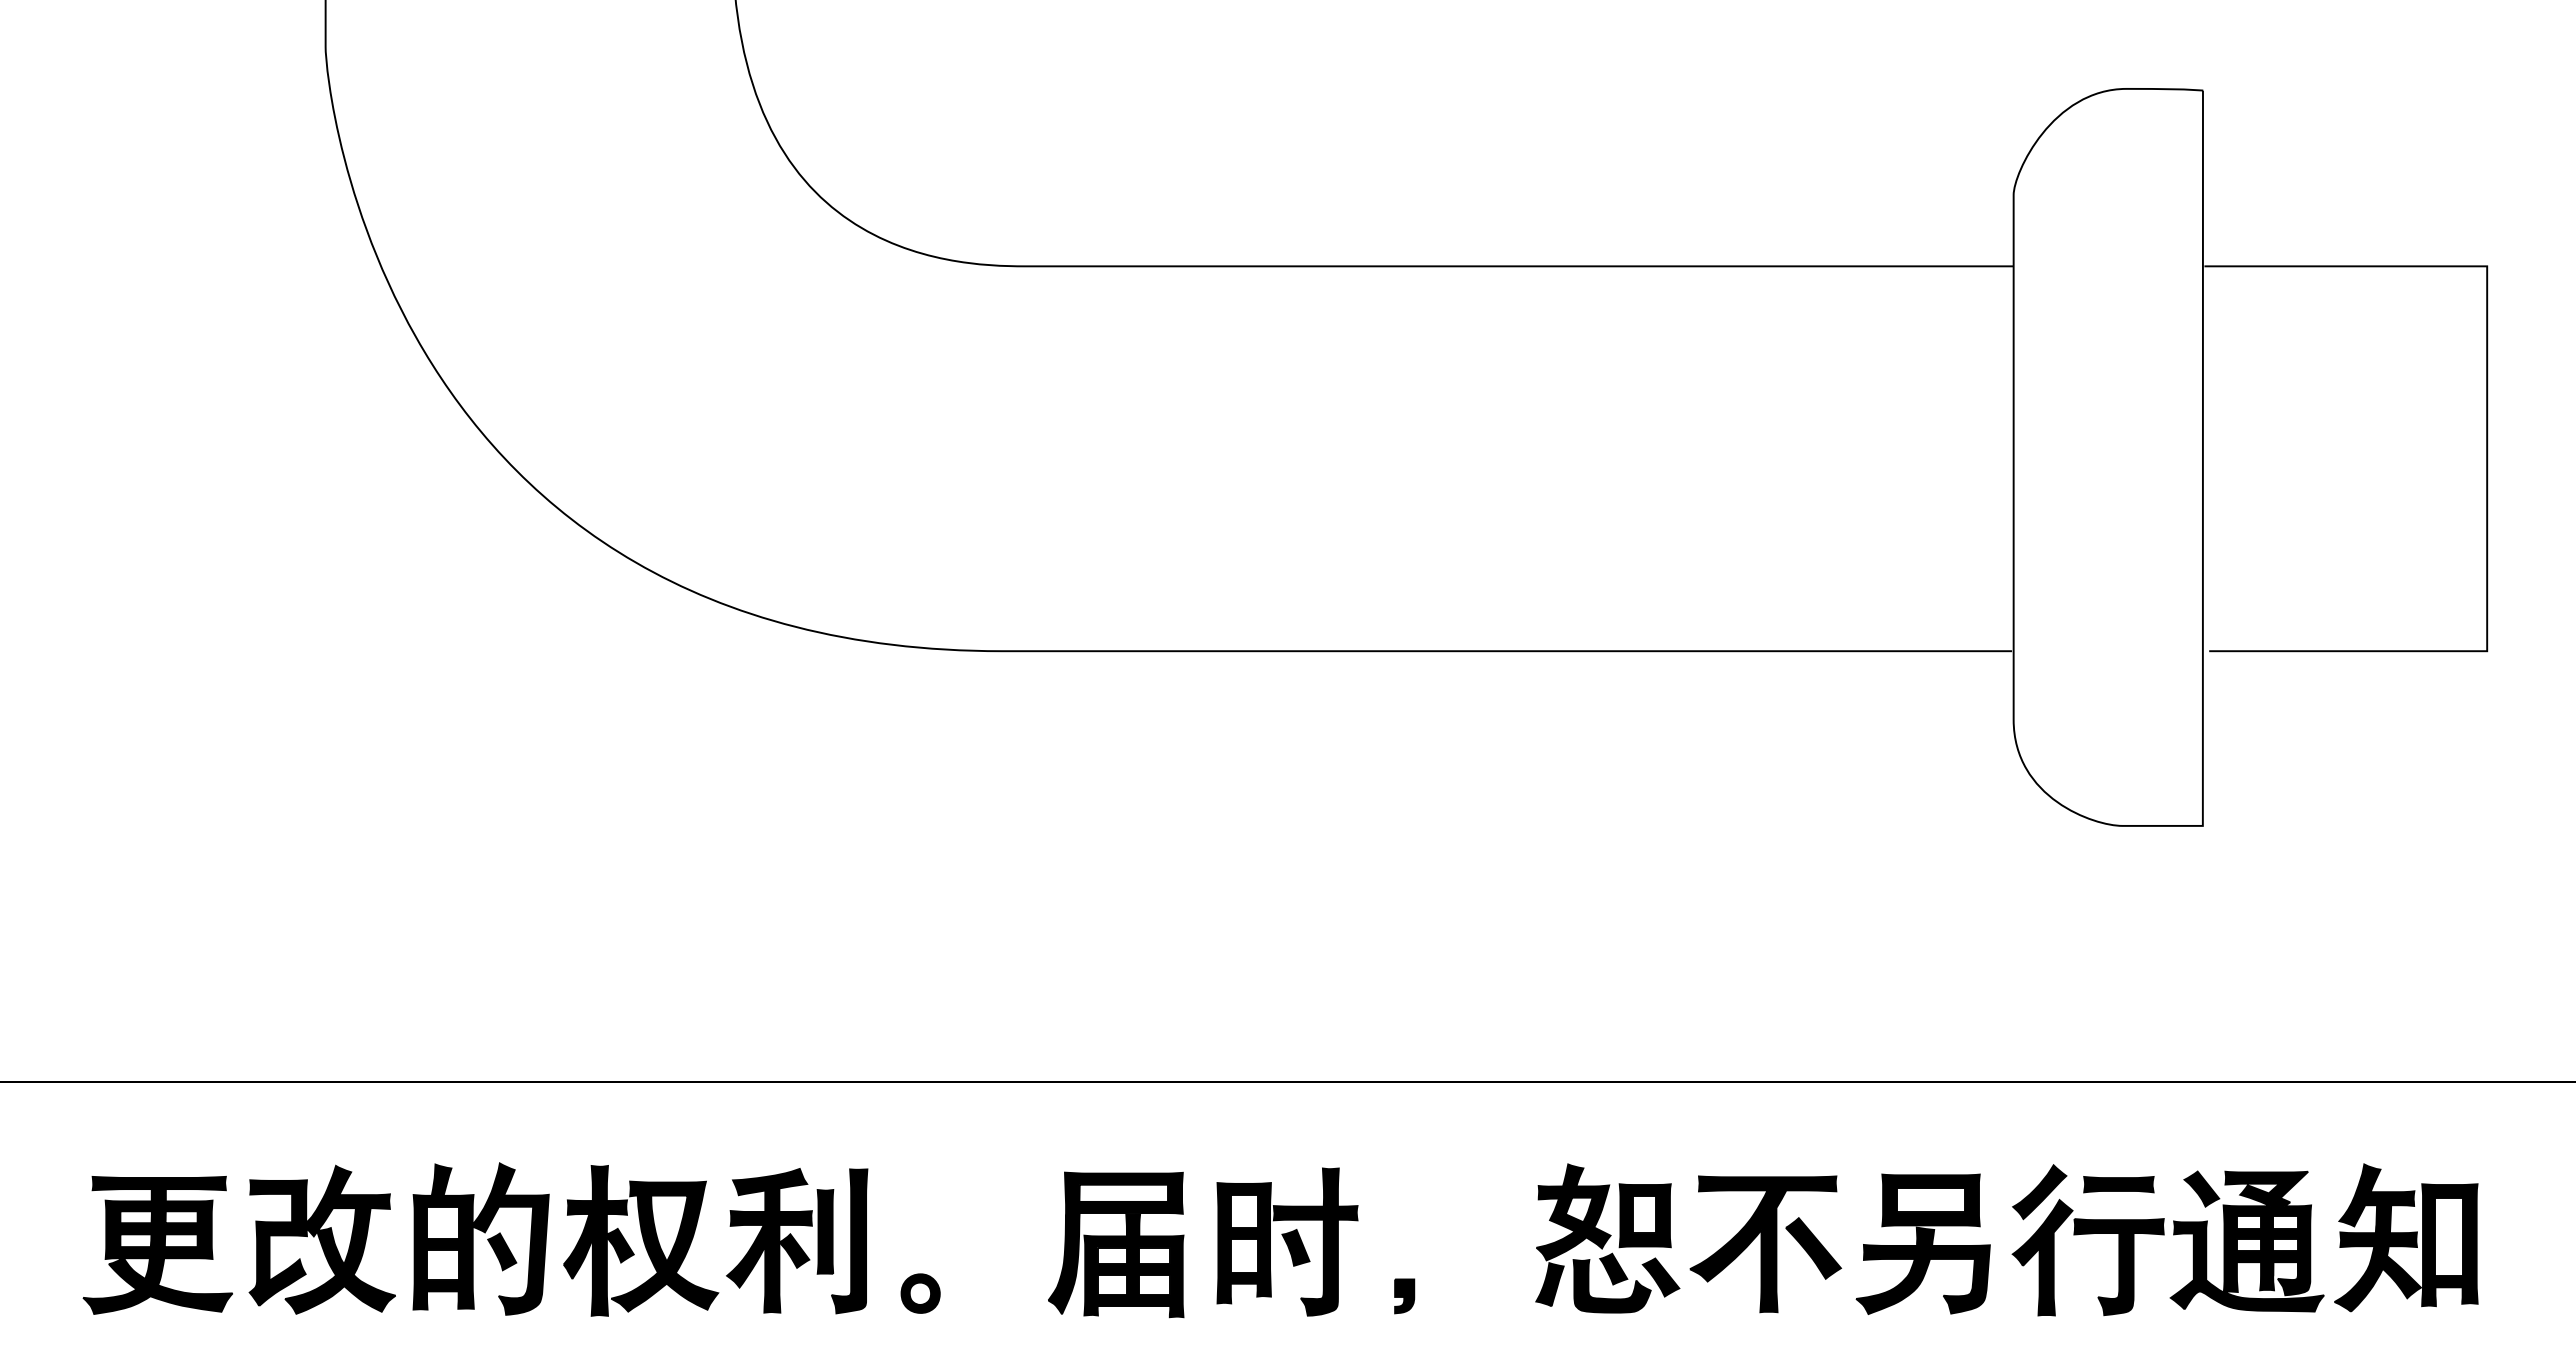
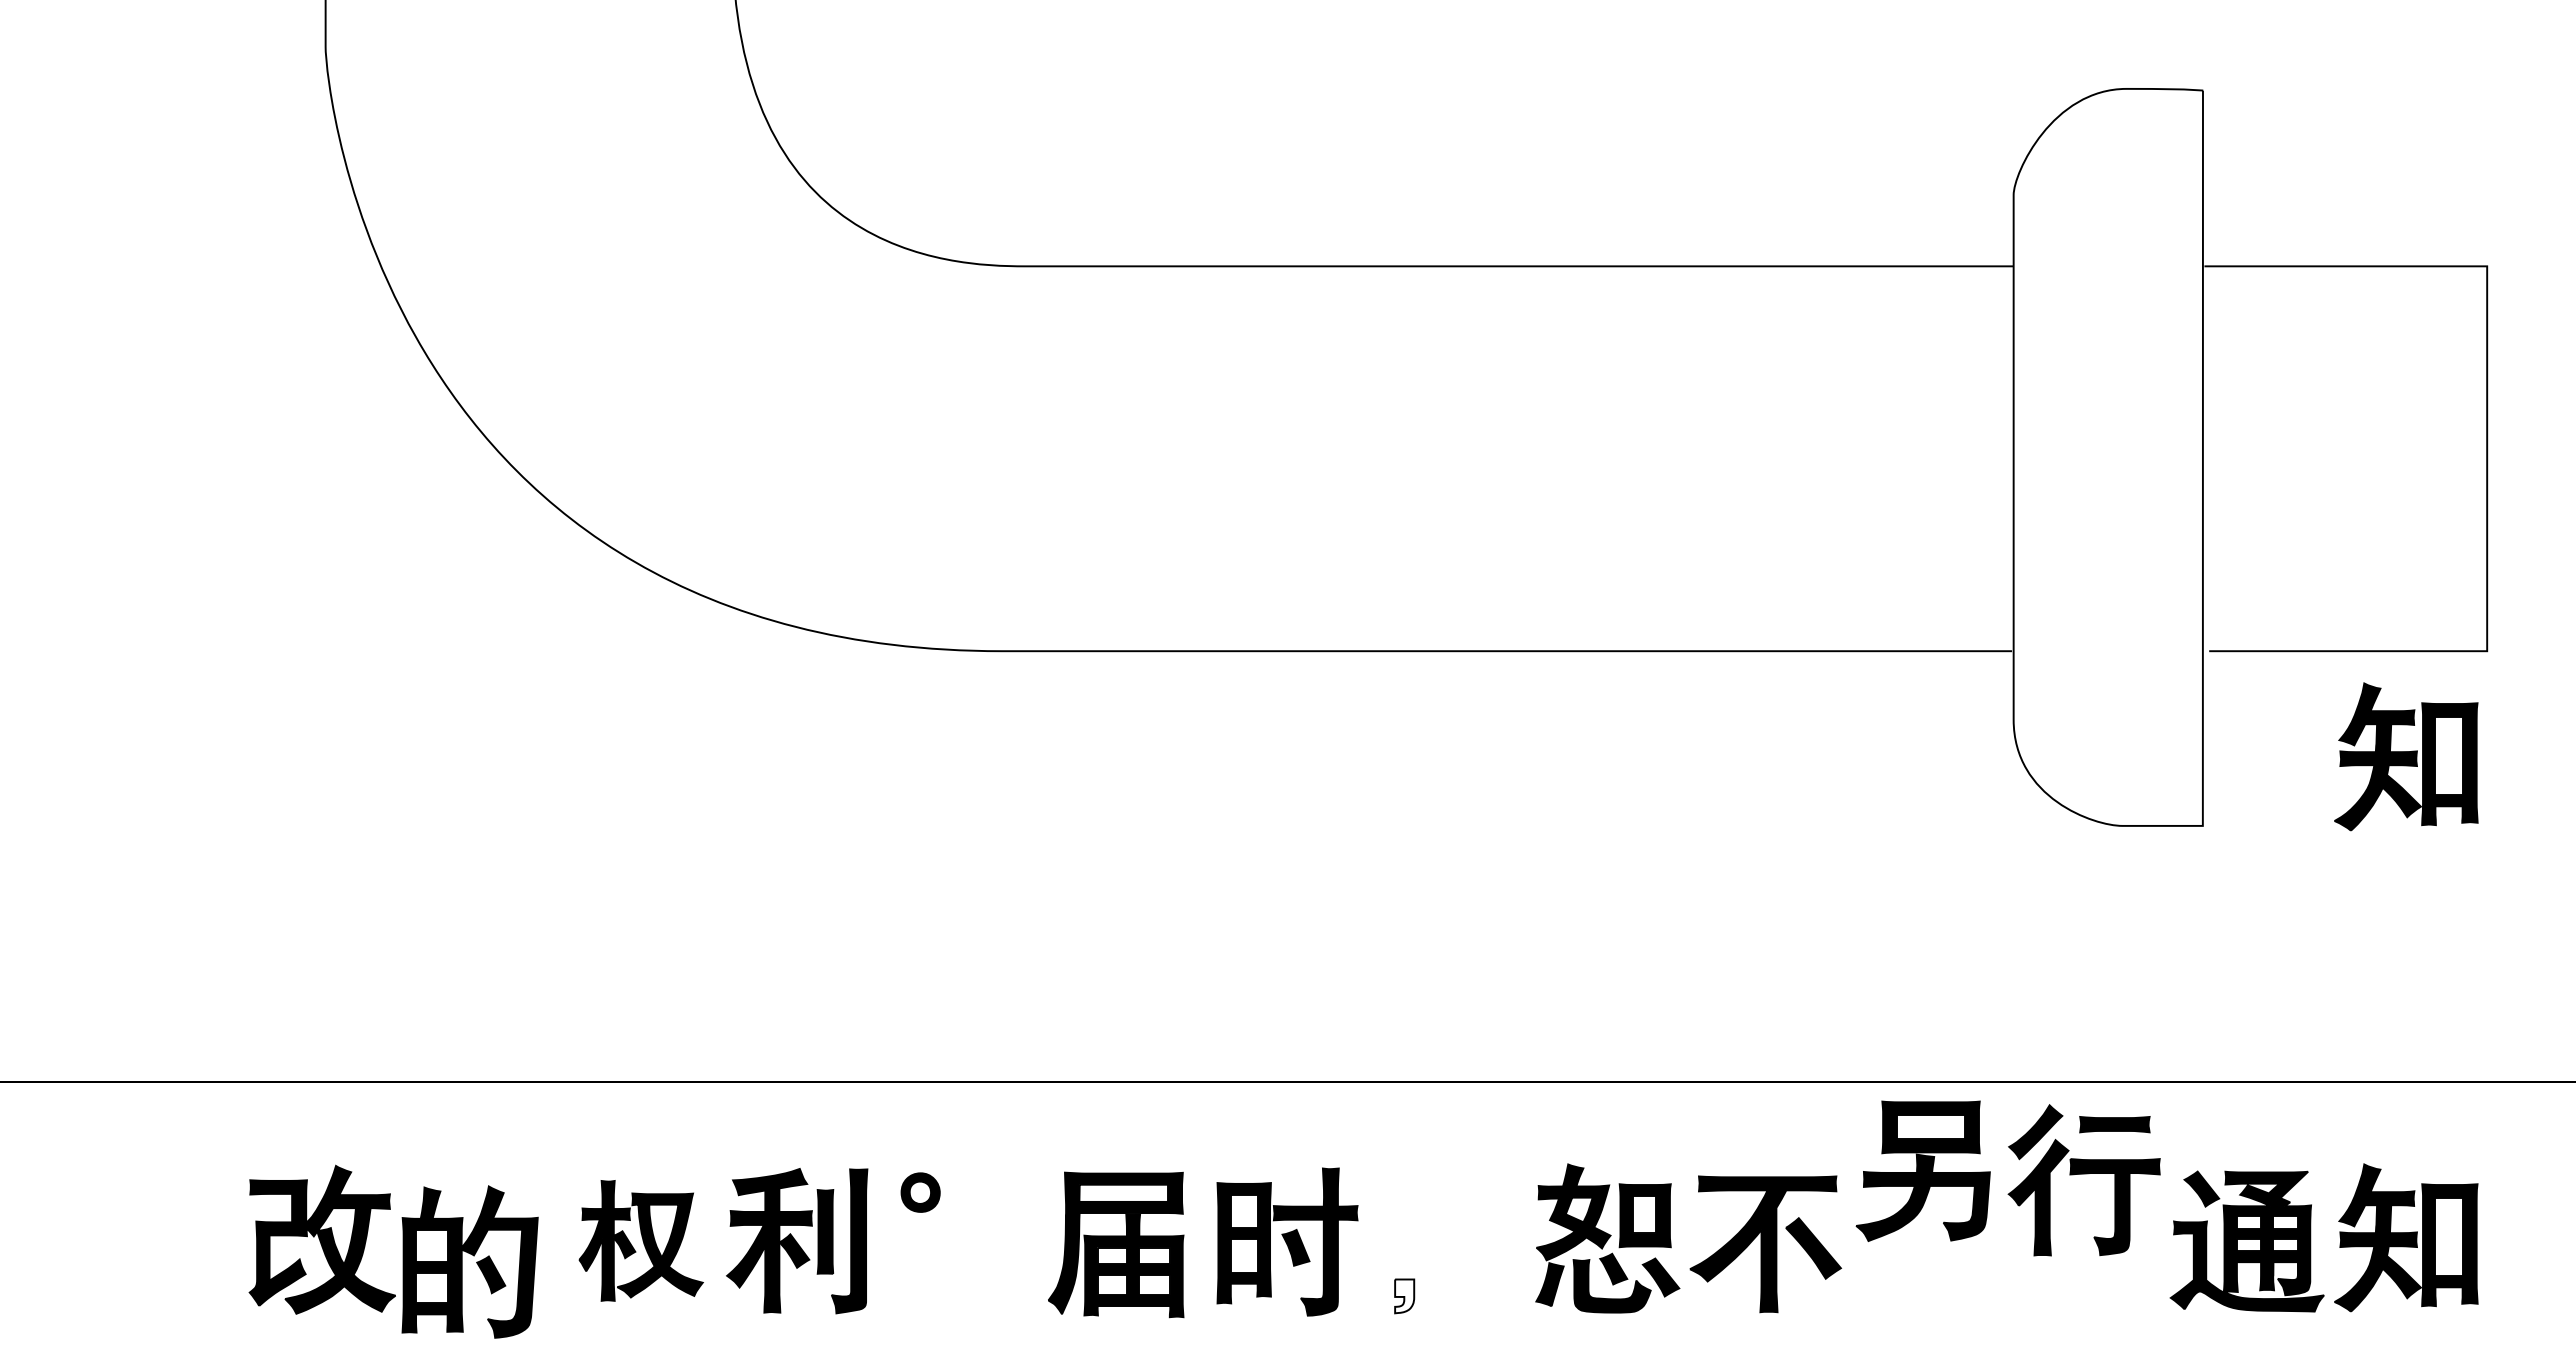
part at (2406, 756): none -> present
part at (484, 1233) position: (484, 1233) -> (473, 1256)
part at (641, 1240) size: 157x152 px -> 126x122 px
part at (2087, 1240) position: (2087, 1240) -> (2083, 1180)
part at (1922, 1243) position: (1922, 1243) -> (1922, 1170)
part at (157, 1245): present -> none
part at (920, 1293) position: (920, 1293) -> (920, 1192)
fill at (1404, 1296): present -> none
